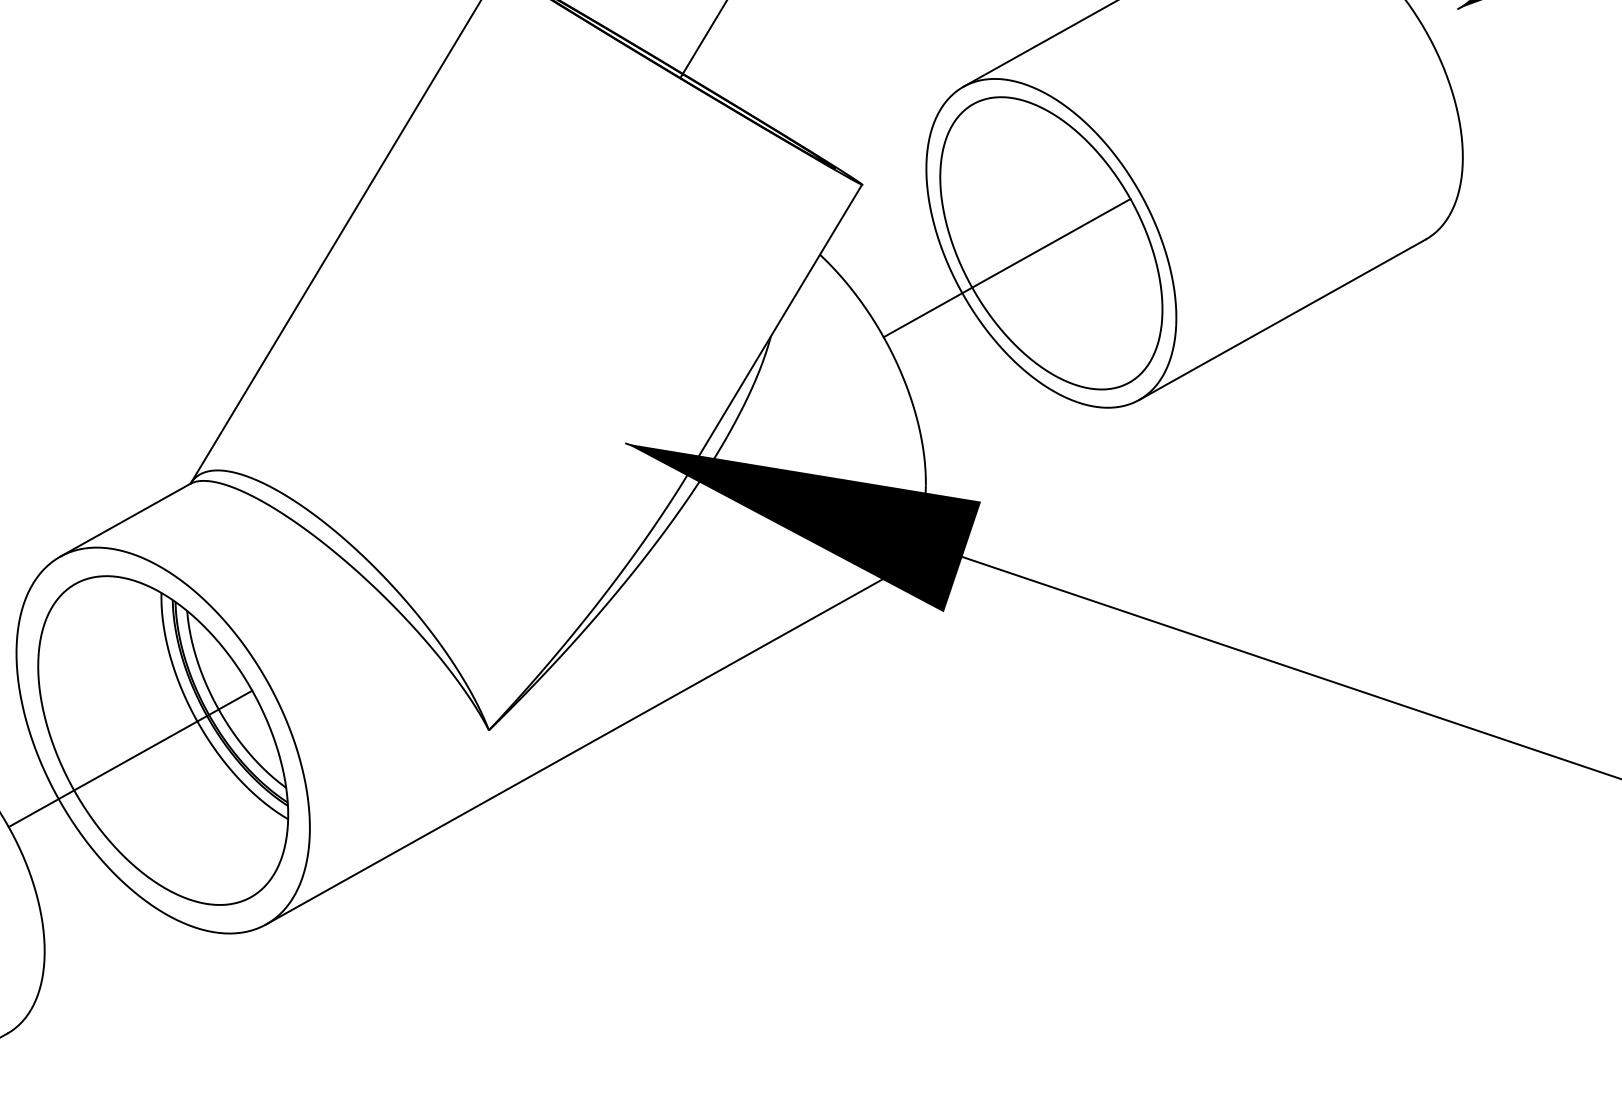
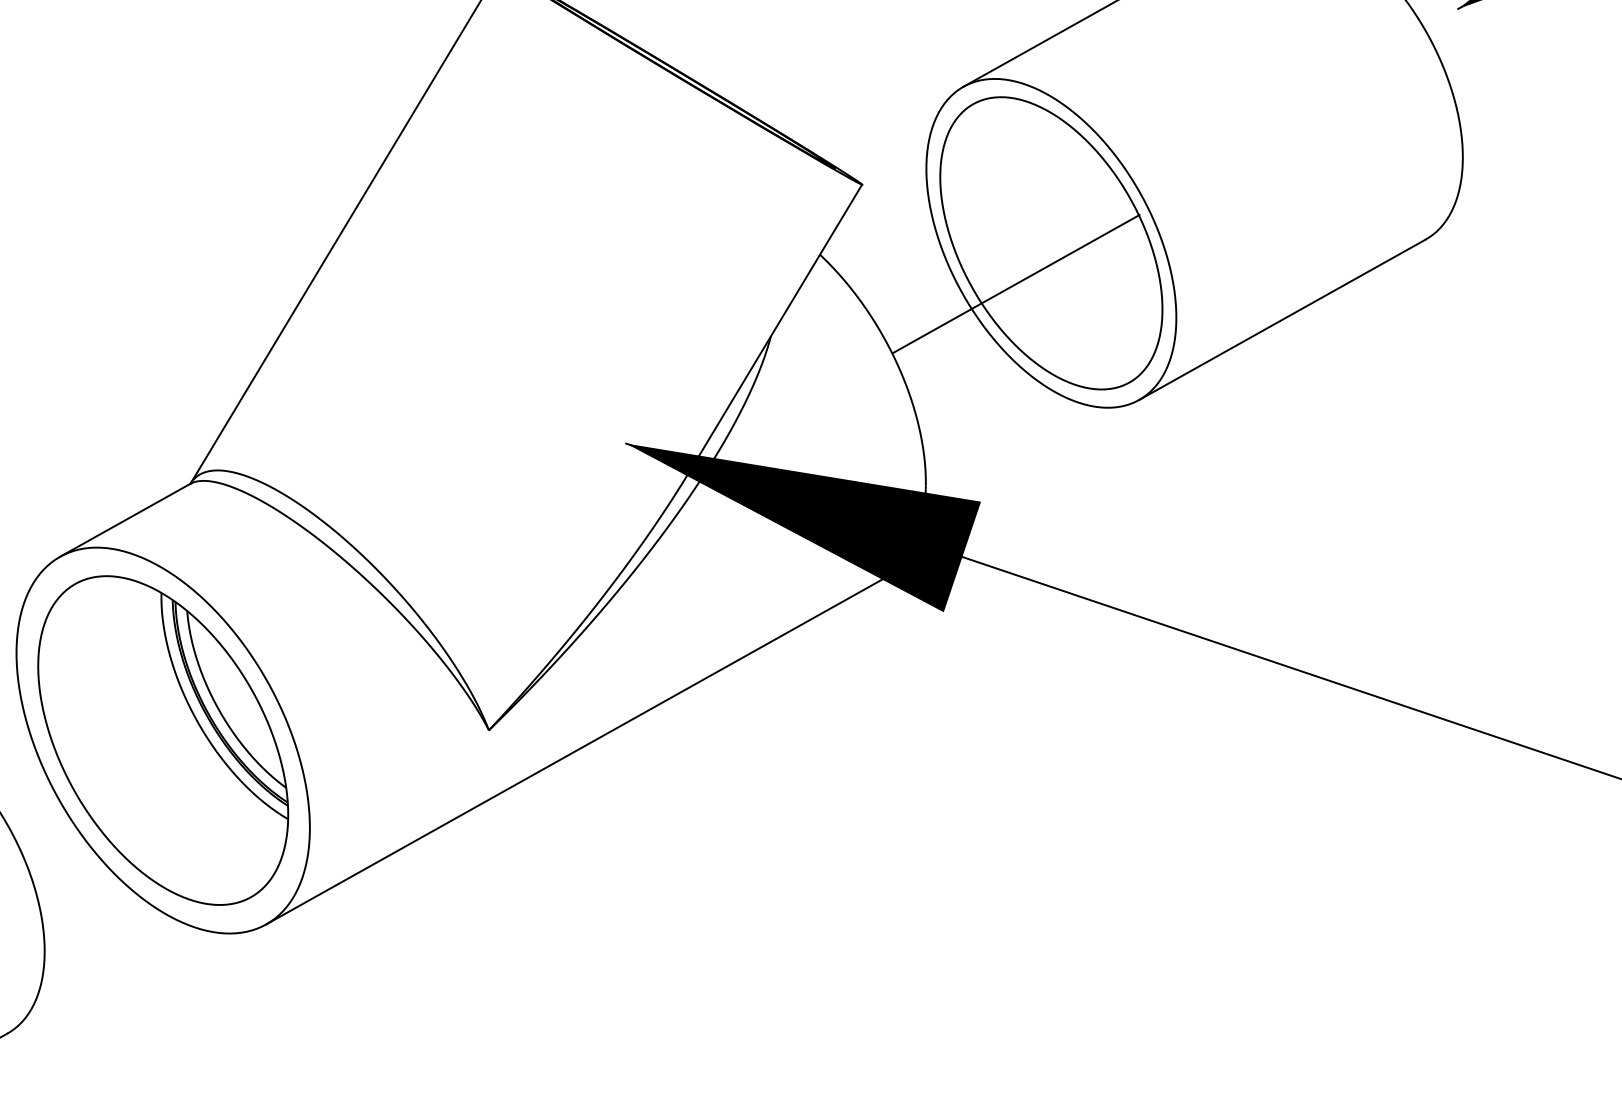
line at (702, 40): present -> none
line at (1006, 268) position: (1006, 268) -> (1015, 284)
line at (130, 758): present -> none
